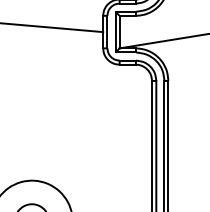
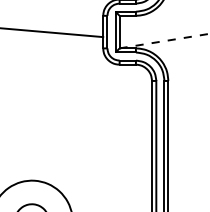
line at (52, 27) position: (52, 27) -> (52, 32)
line at (164, 41): solid -> dashed
